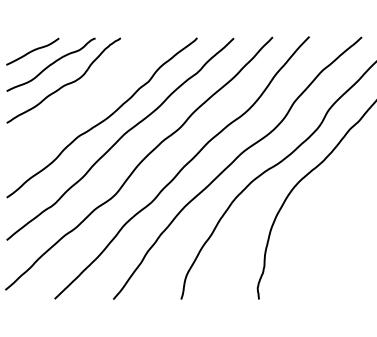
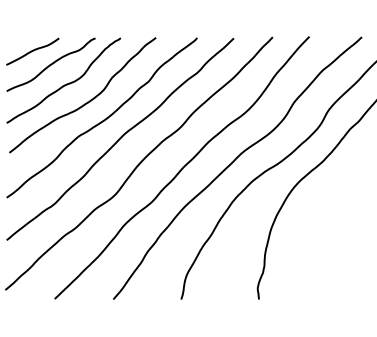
curve at (87, 101): none -> present
